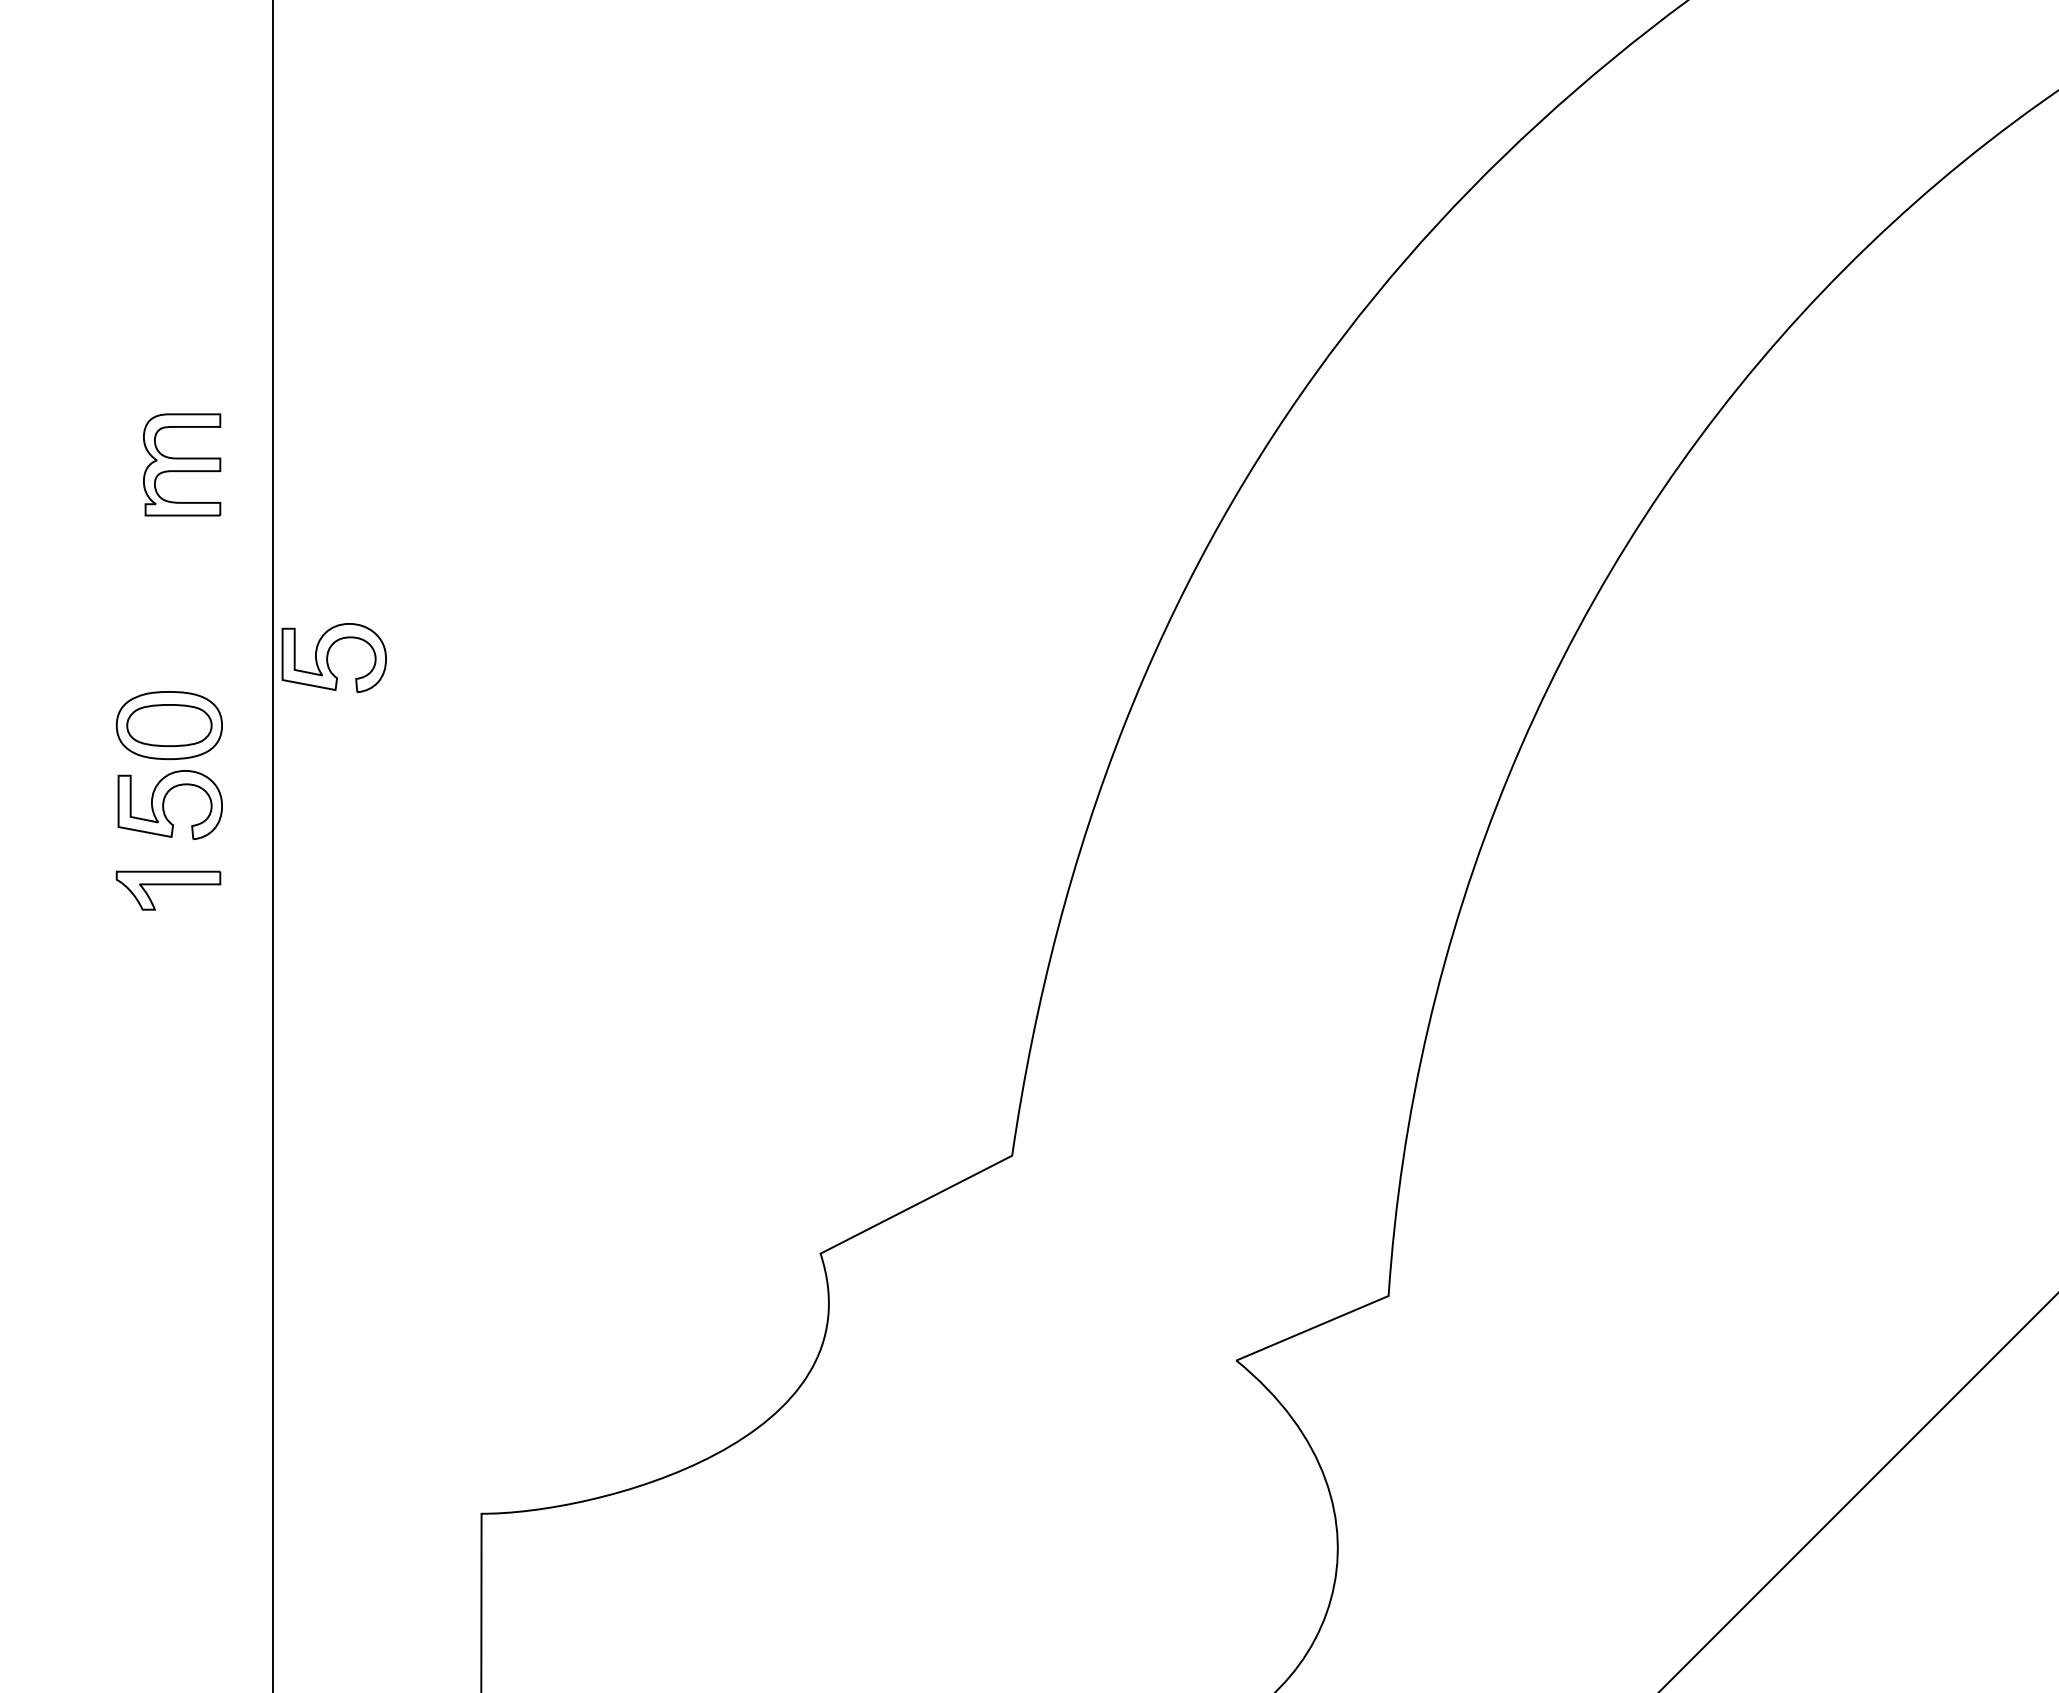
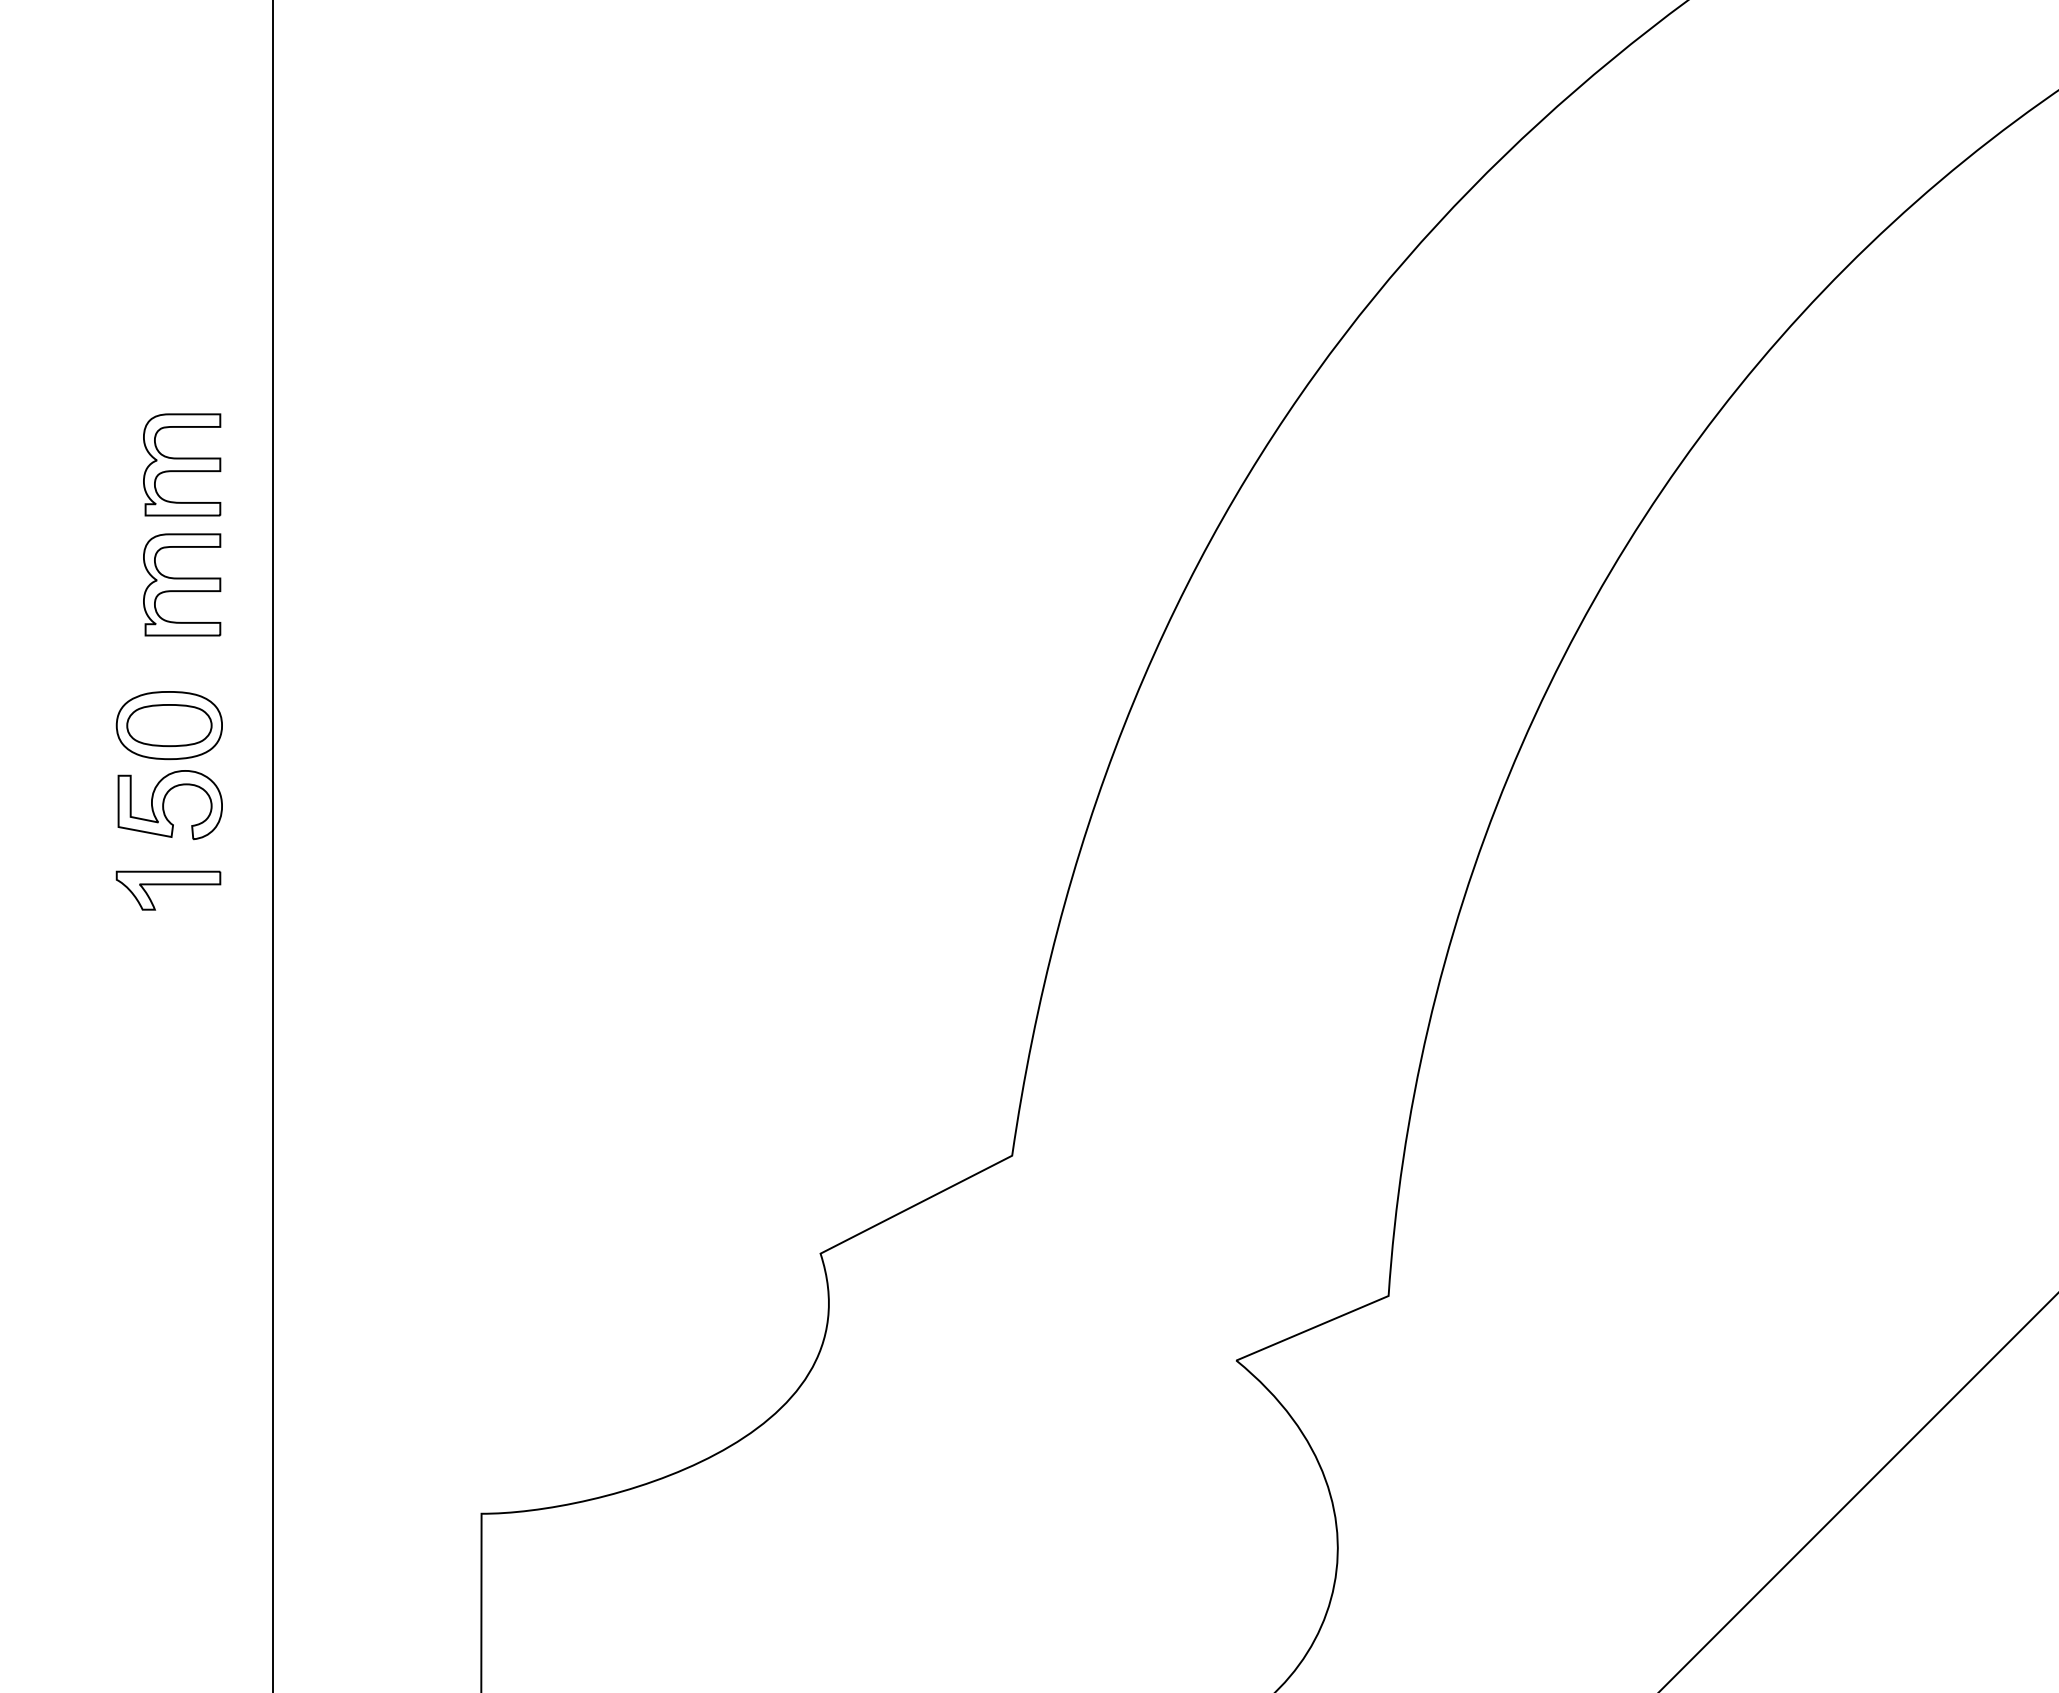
part at (182, 584): none -> present
part at (333, 658): present -> none
